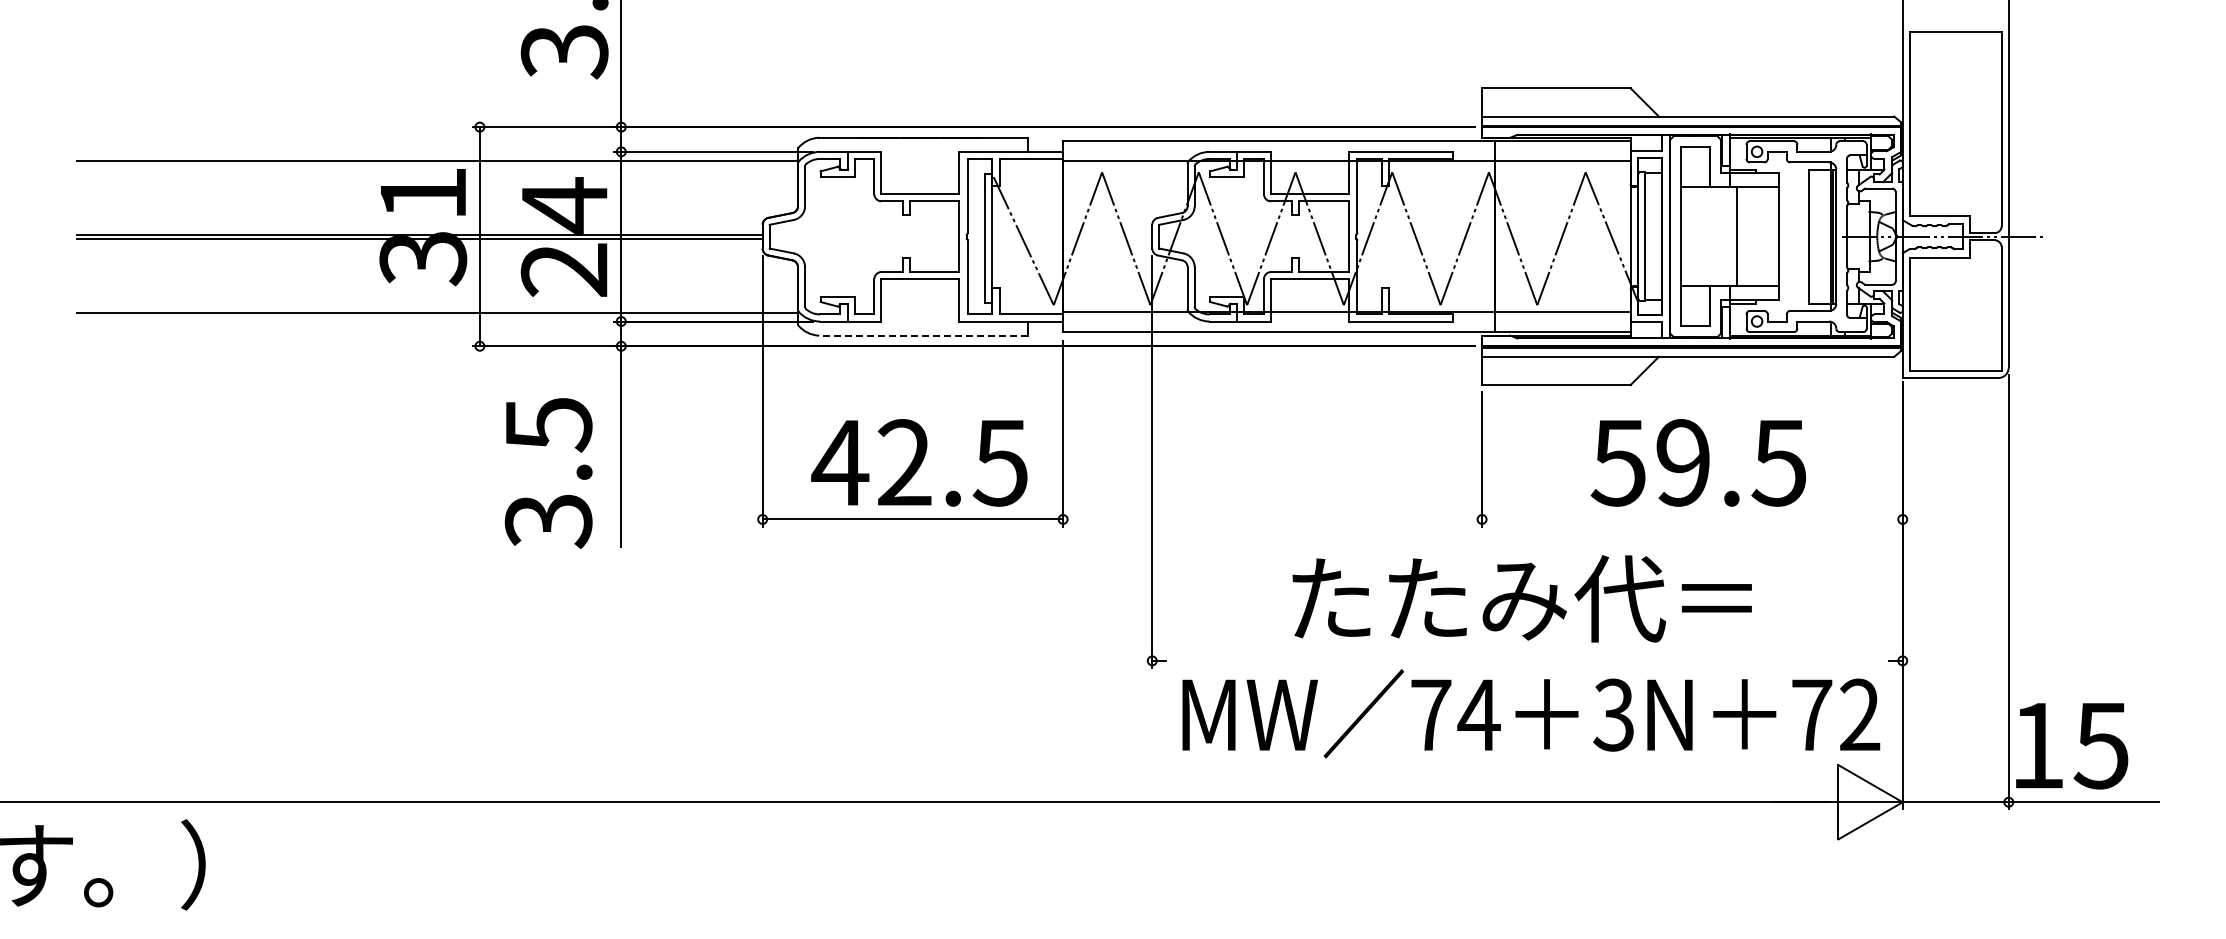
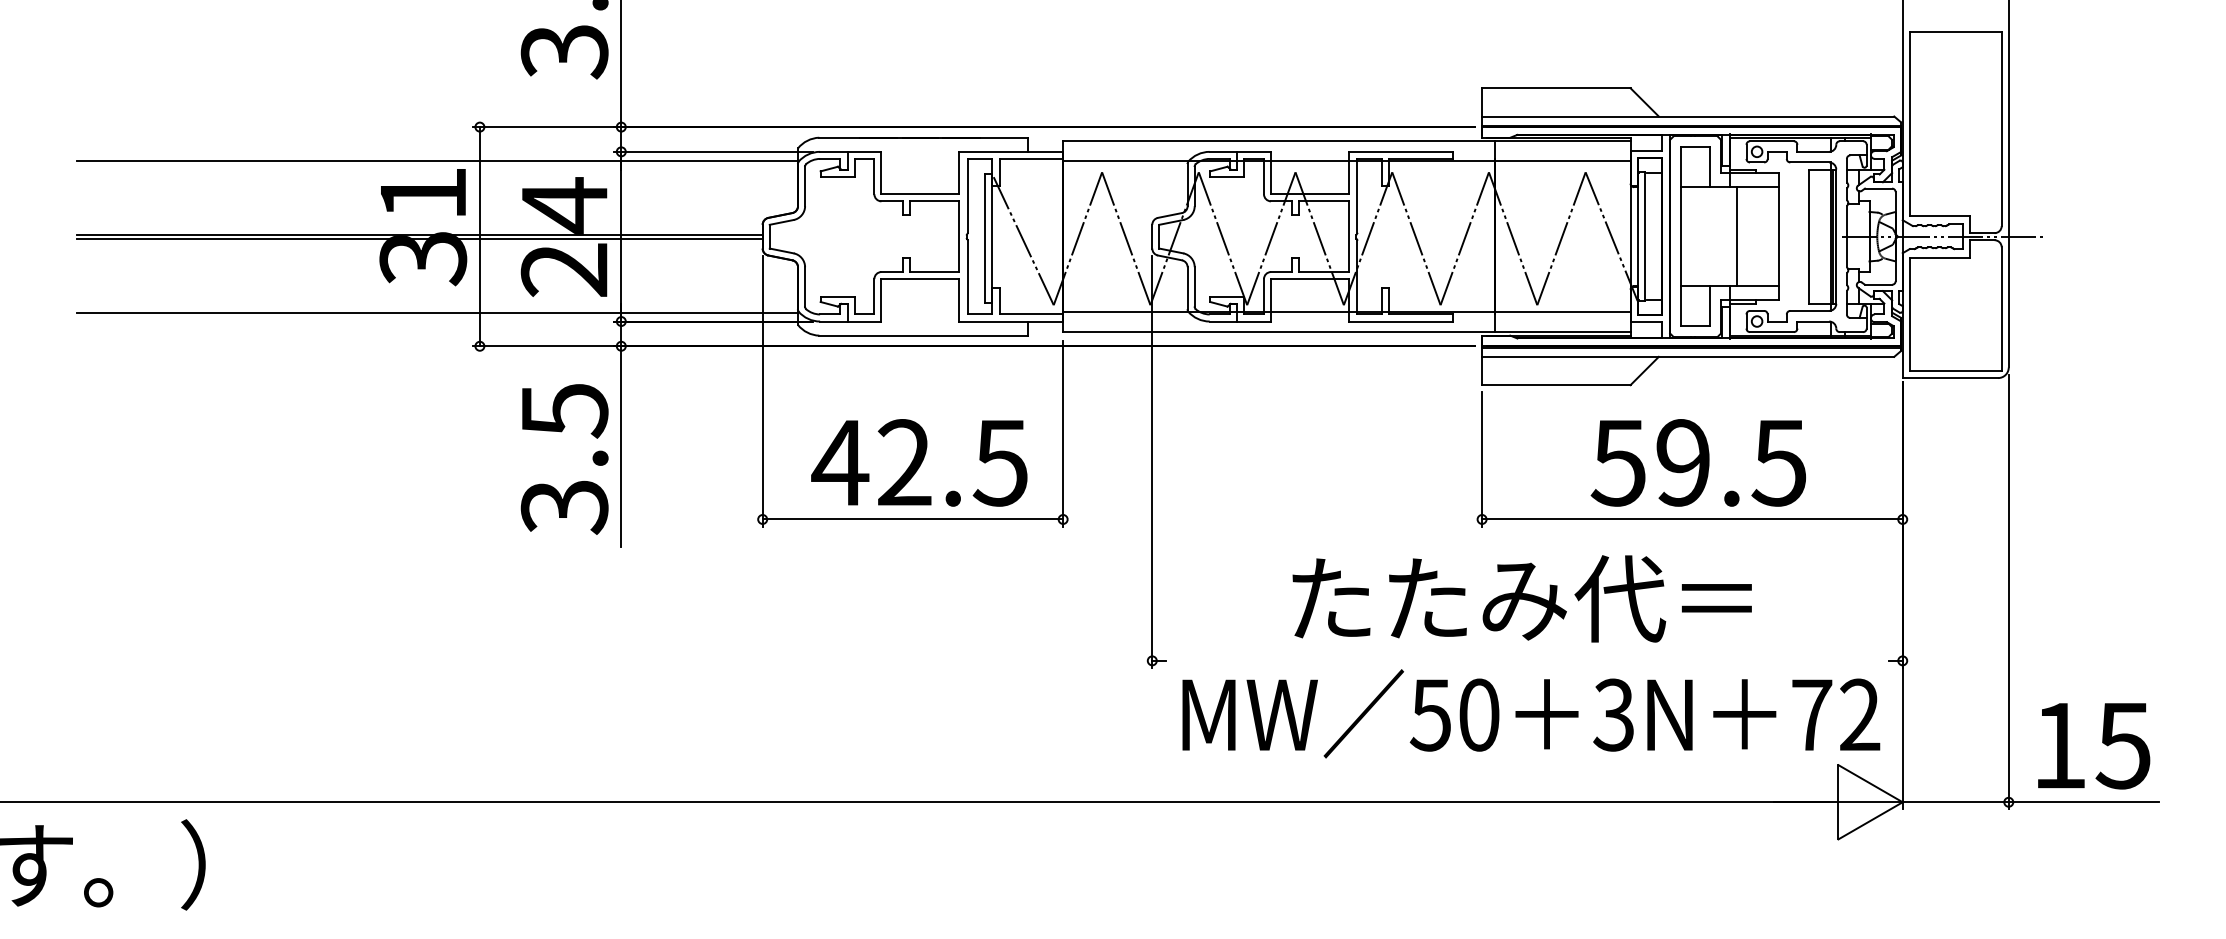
line at (923, 335): dashed -> solid
text at (548, 473) position: (548, 473) -> (564, 459)
line at (1692, 519): none -> present
text at (1454, 714): 74 -> 50
text at (2072, 746) position: (2072, 746) -> (2094, 746)
